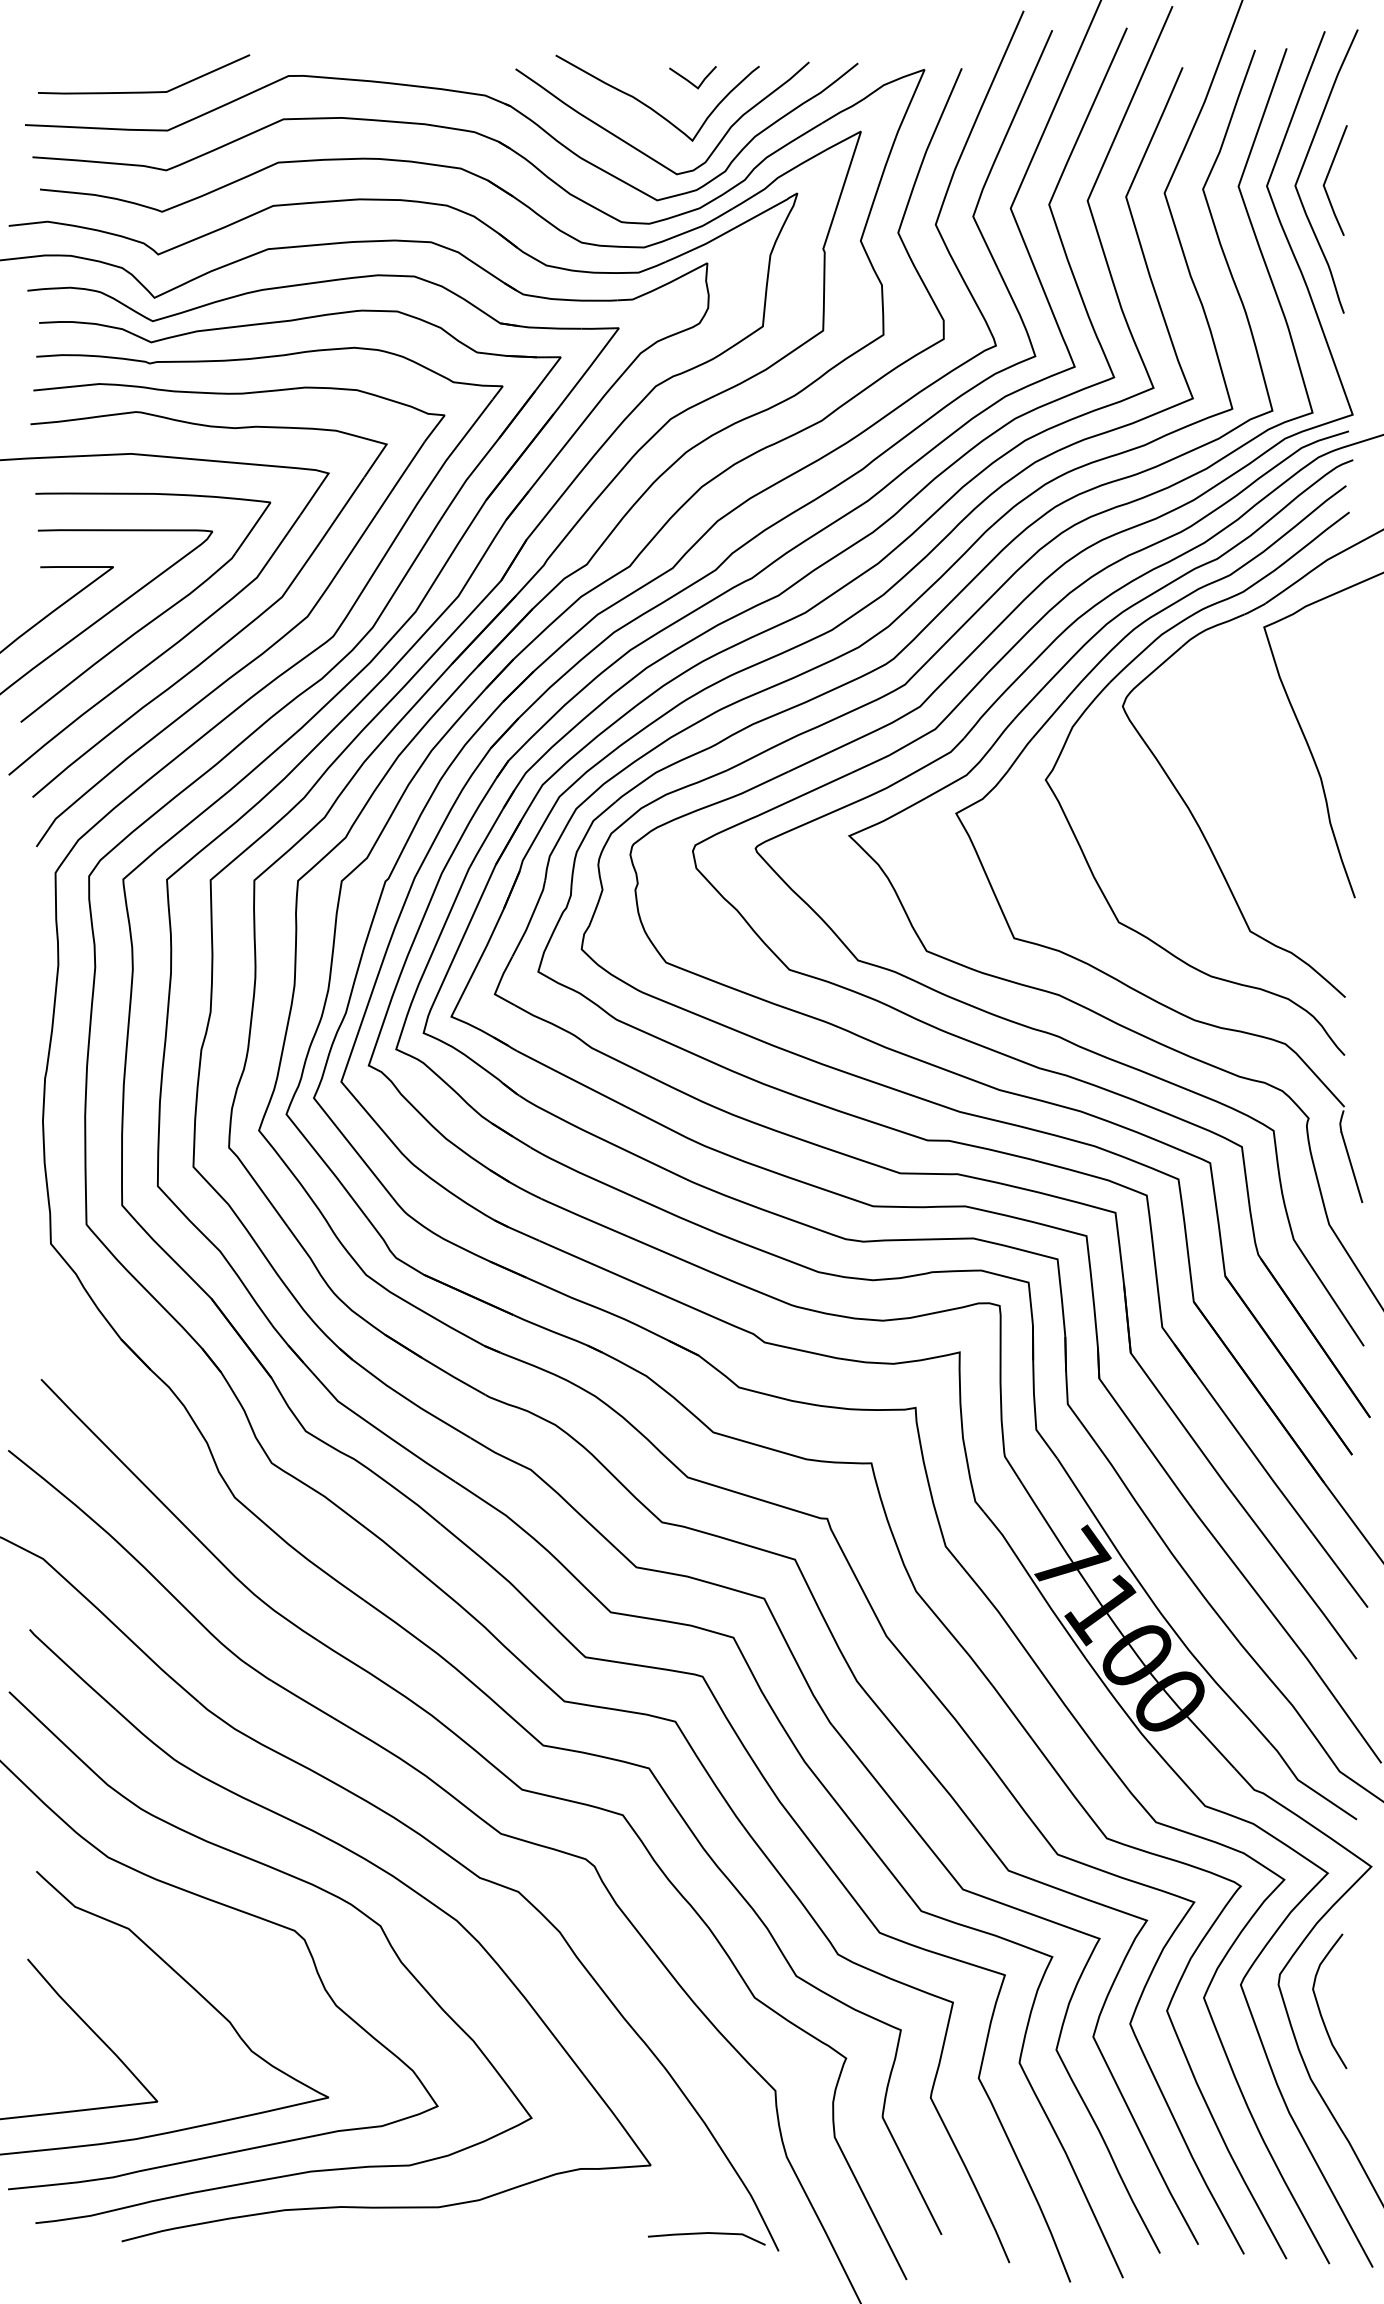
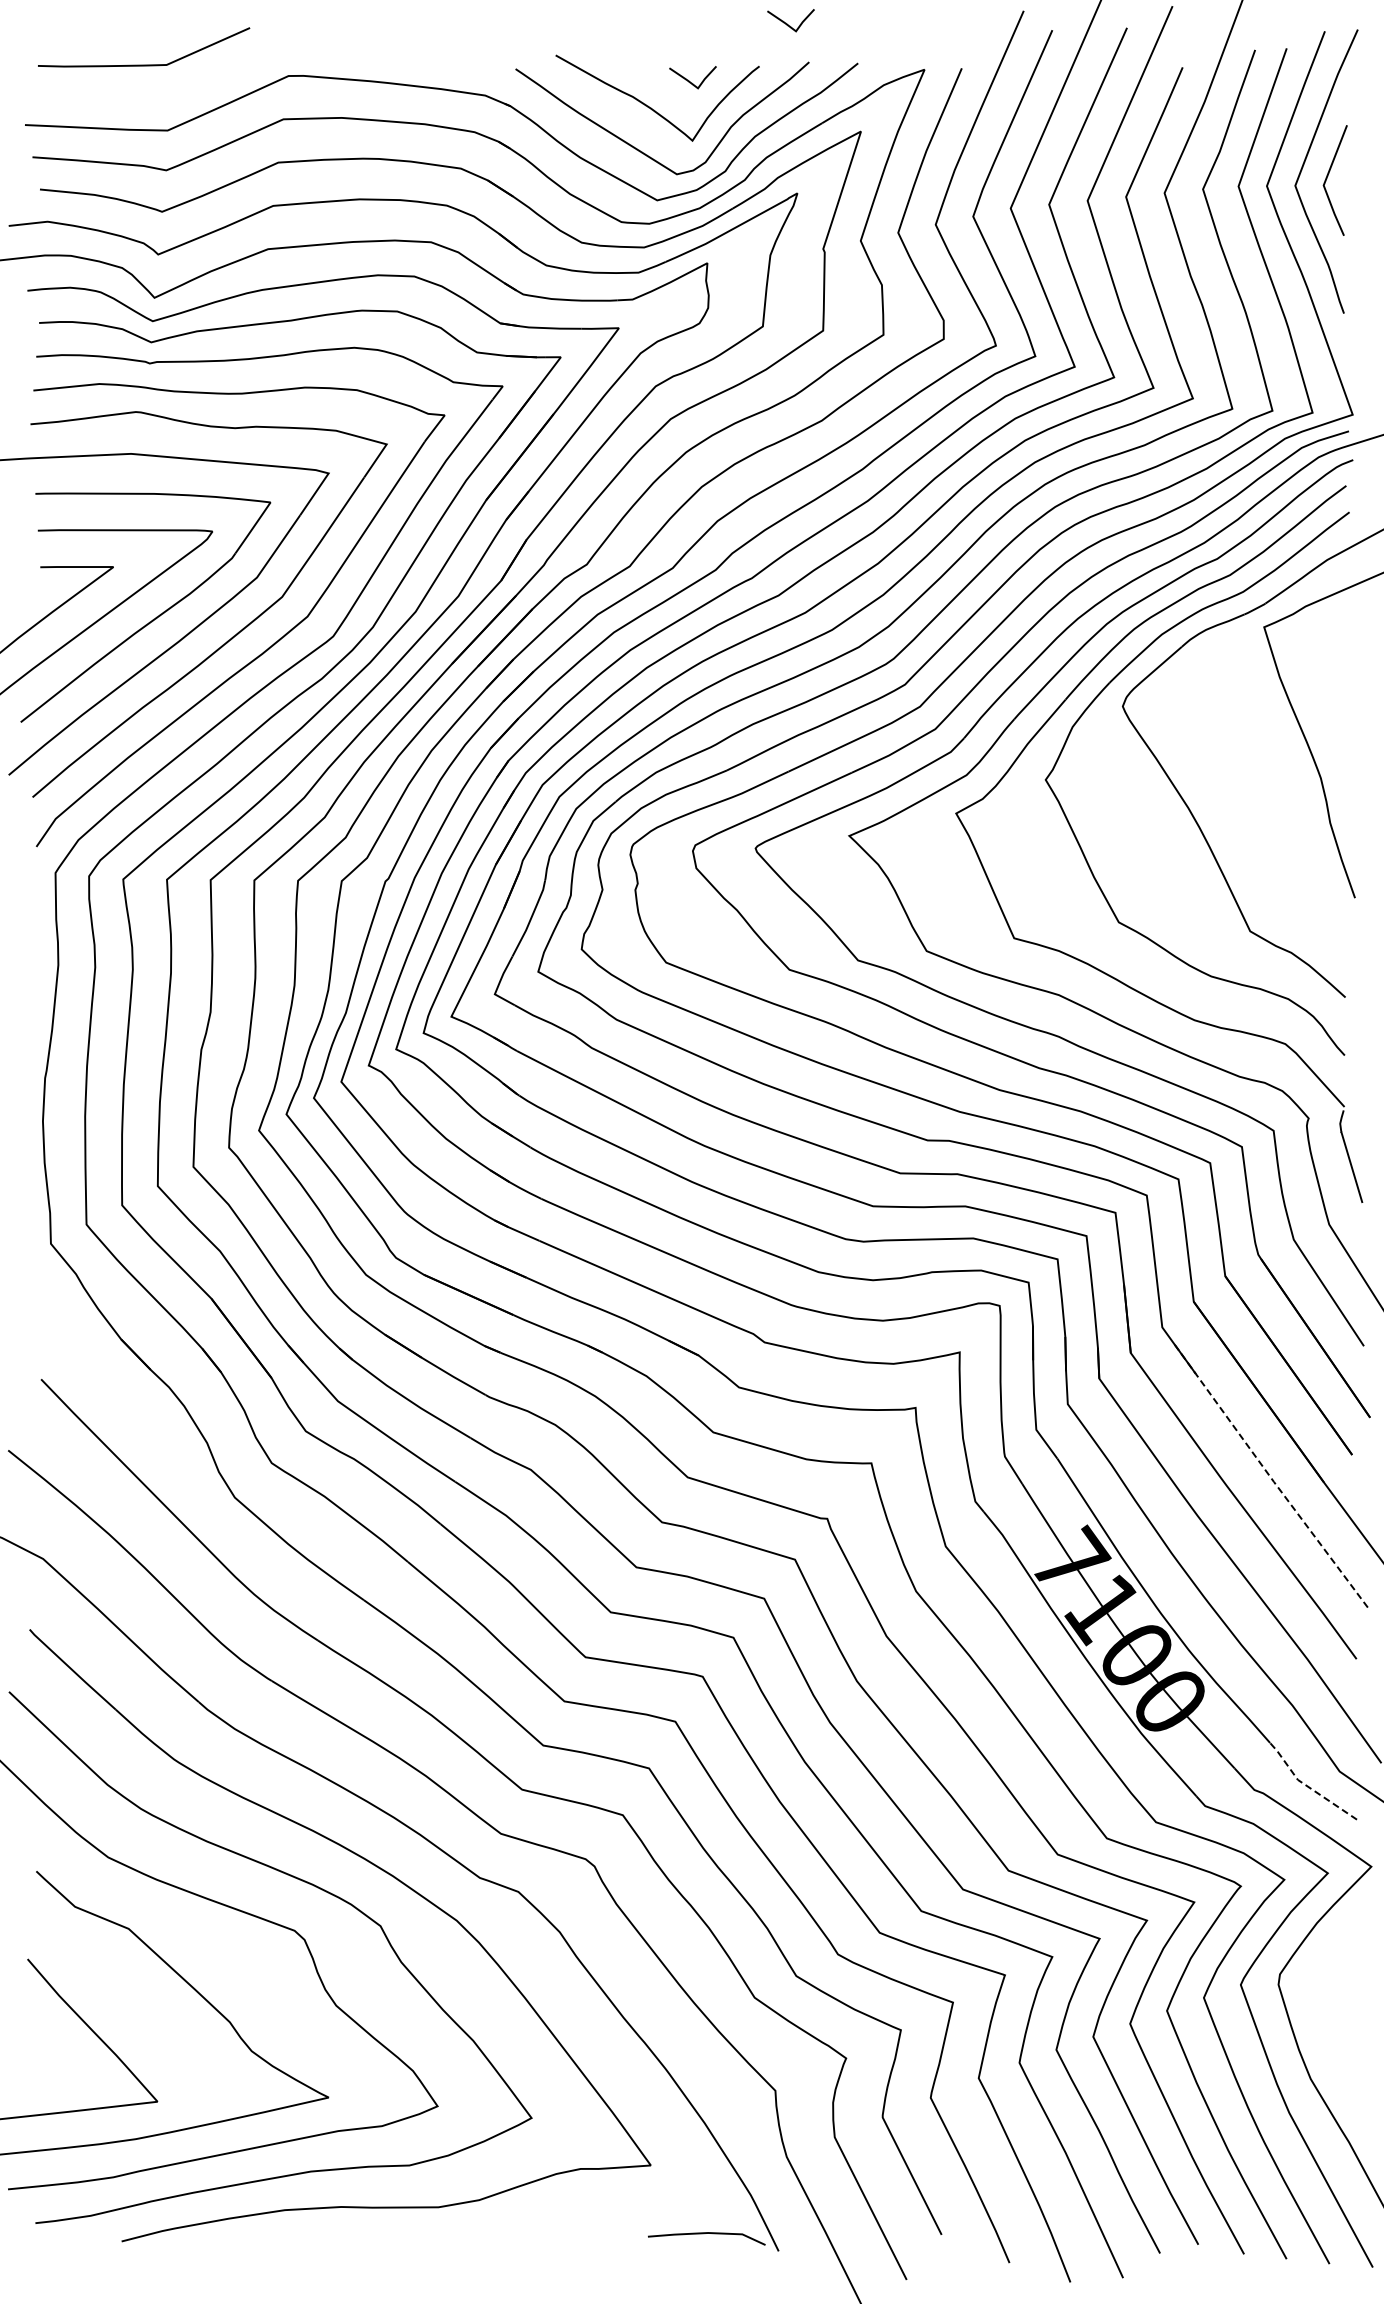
line at (787, 23): none -> present
curve at (144, 91) position: (144, 91) -> (144, 64)
line at (1269, 1476): solid -> dashed
line at (1306, 1785): solid -> dashed
curve at (1318, 2003): present -> none
